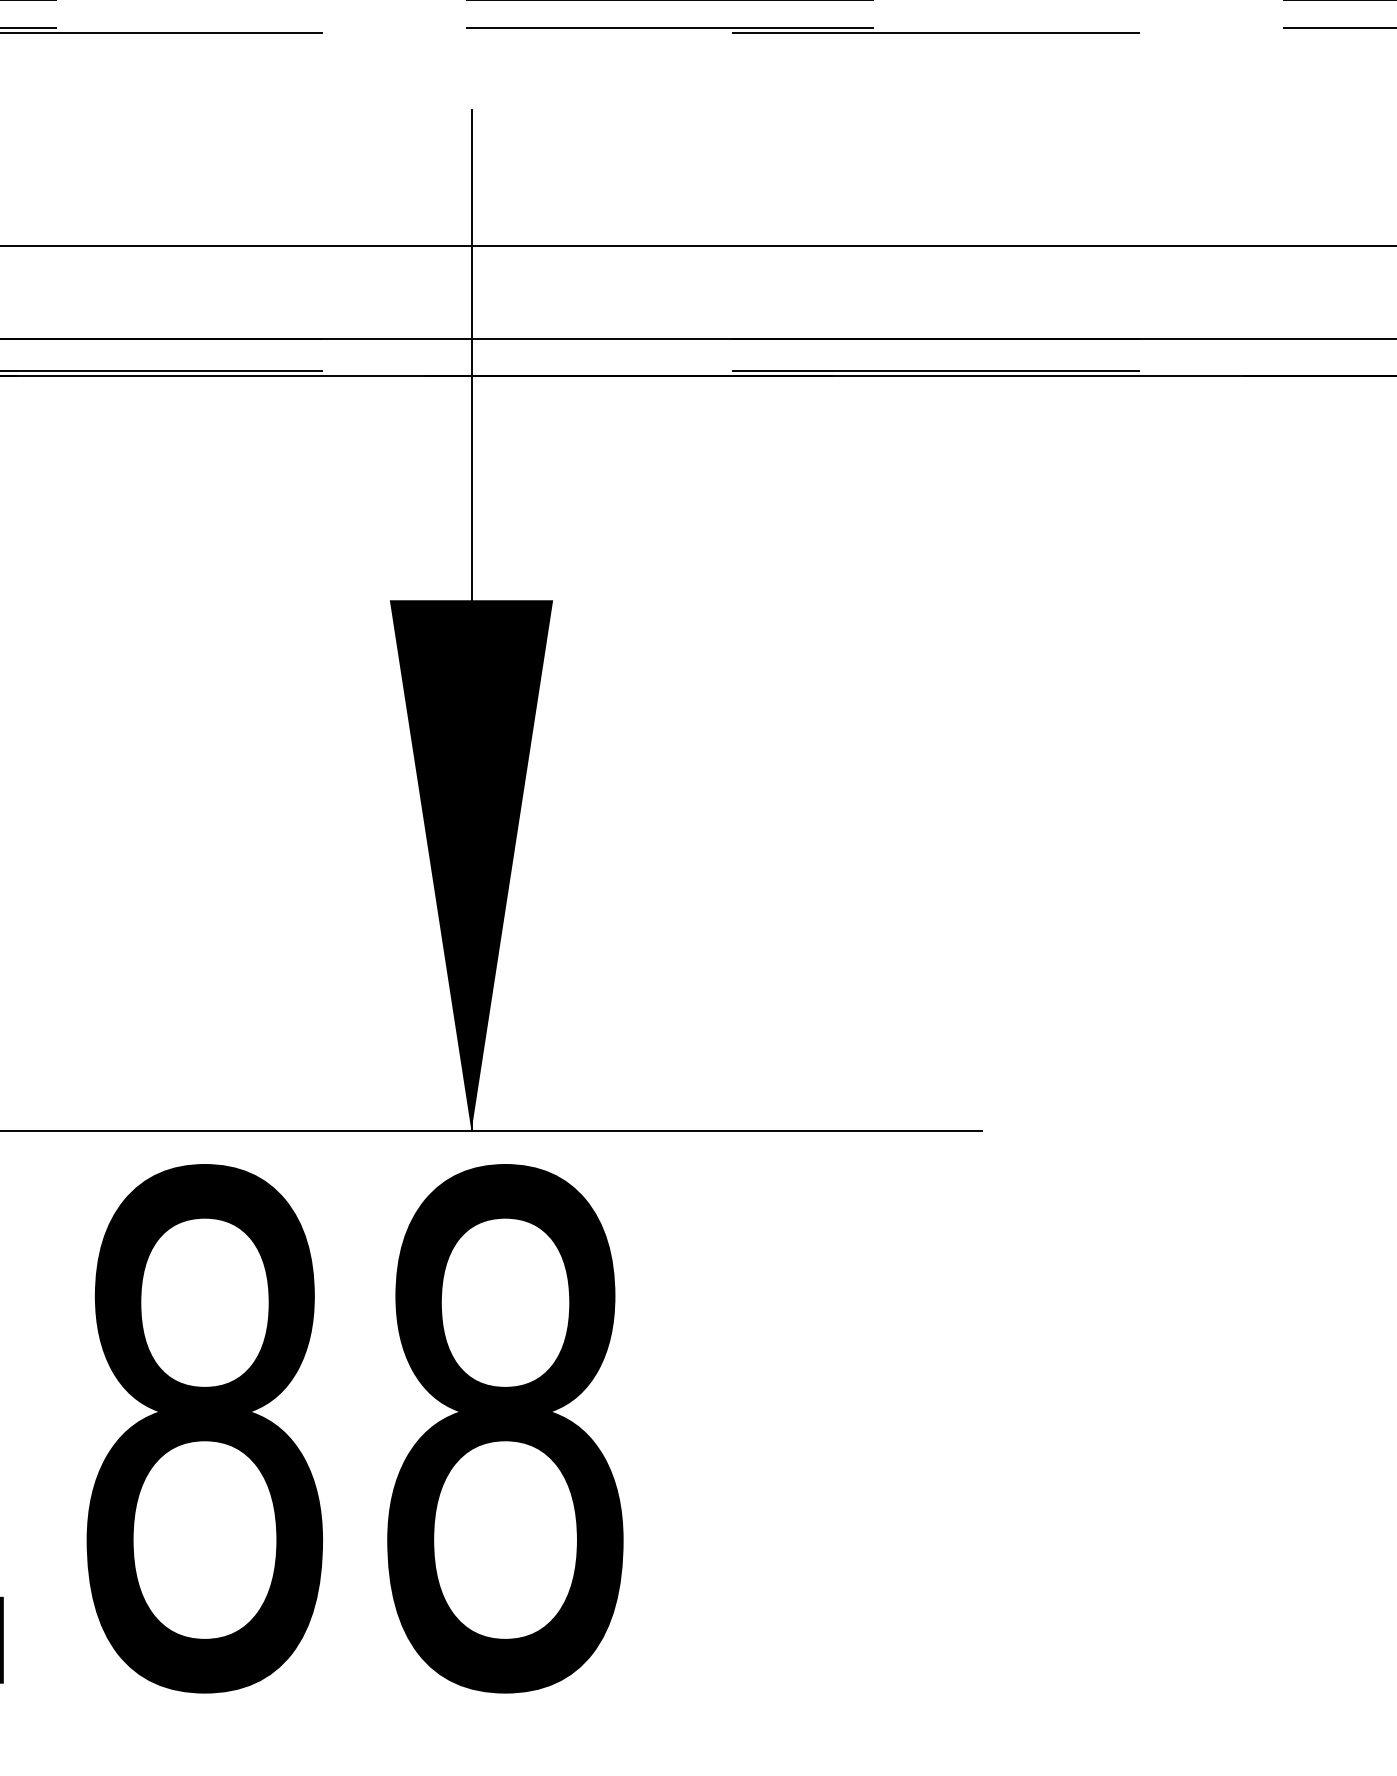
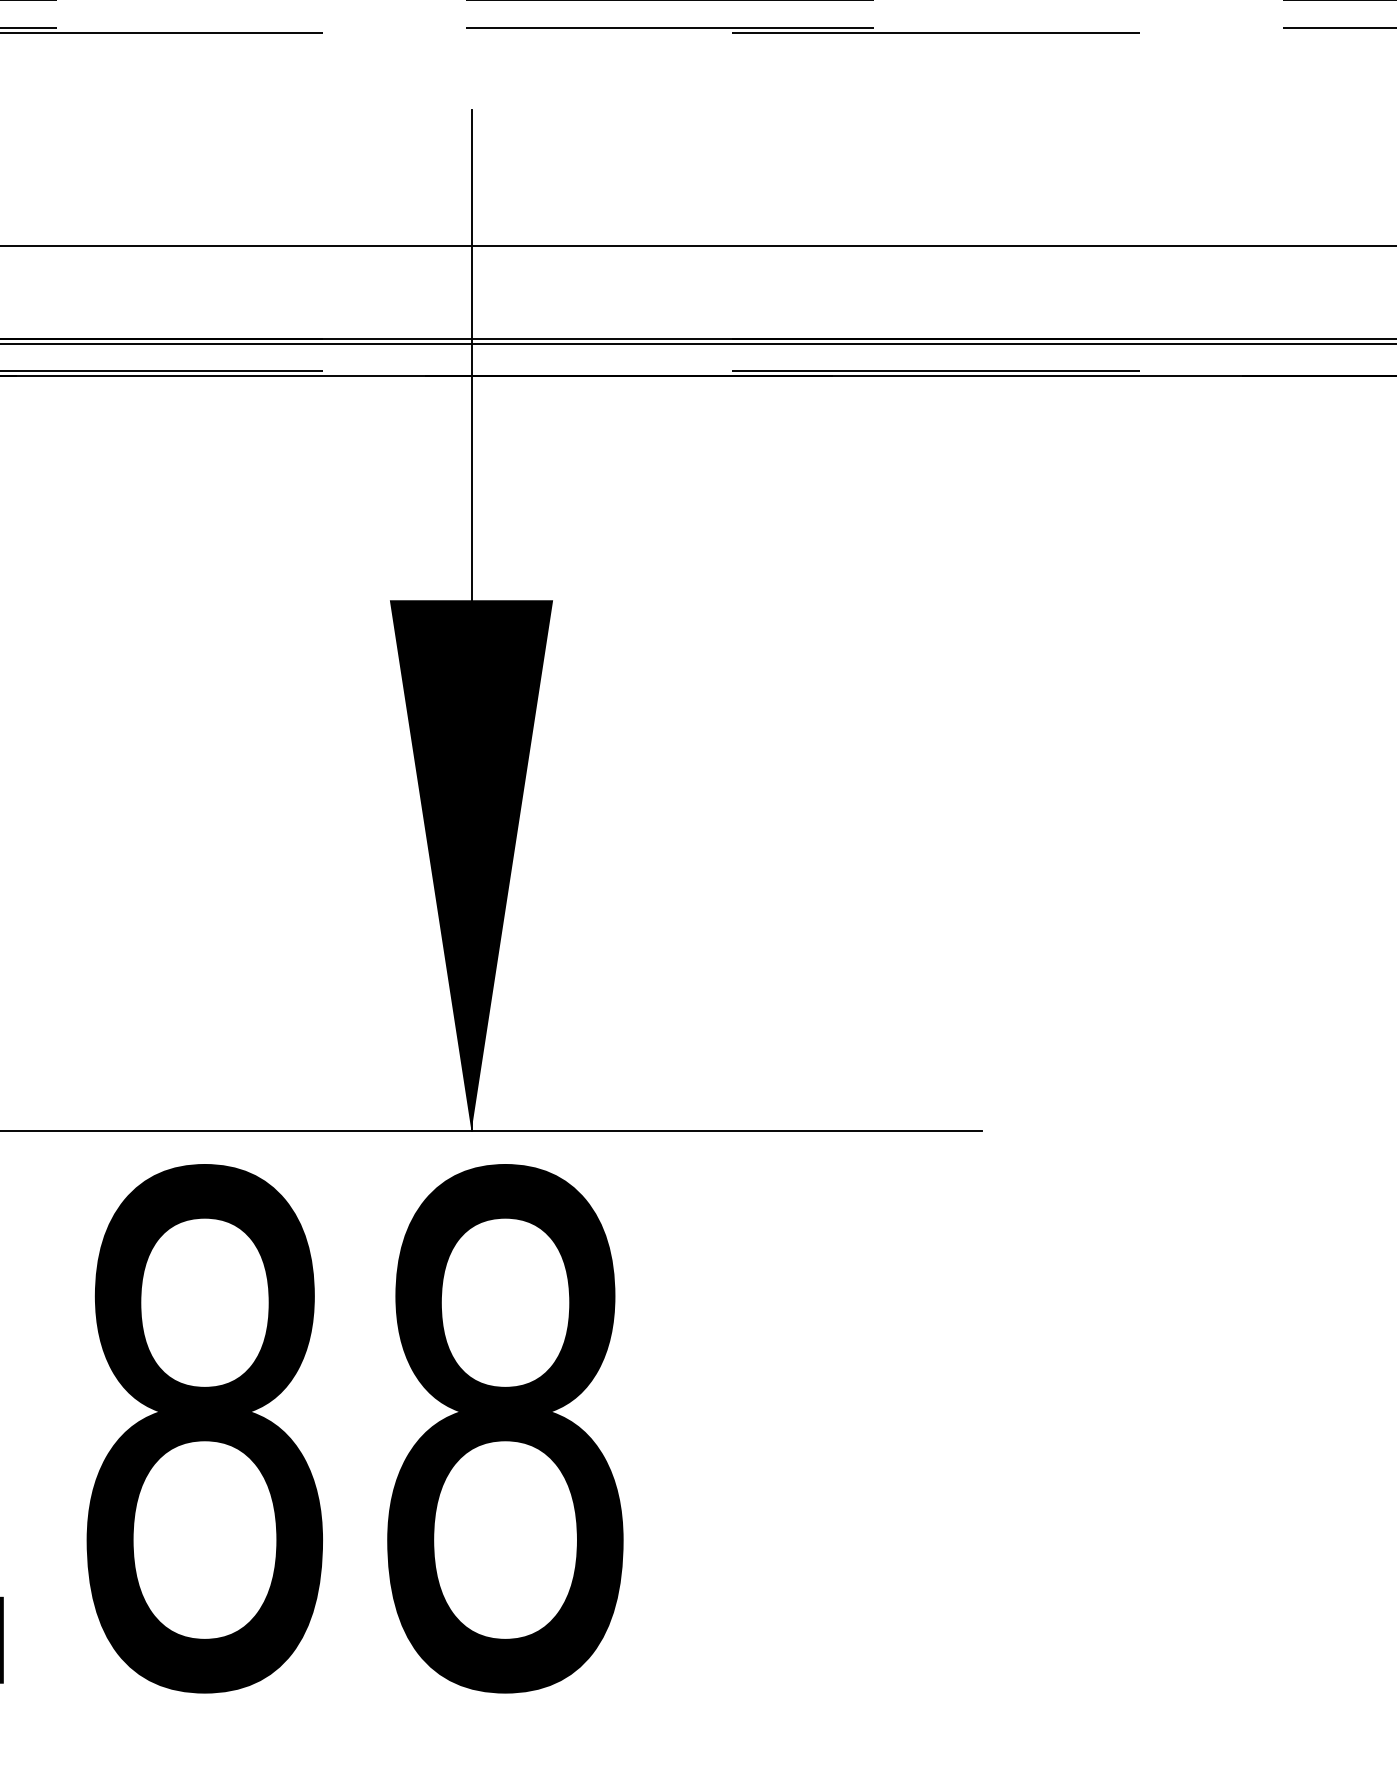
line at (697, 343): none -> present
